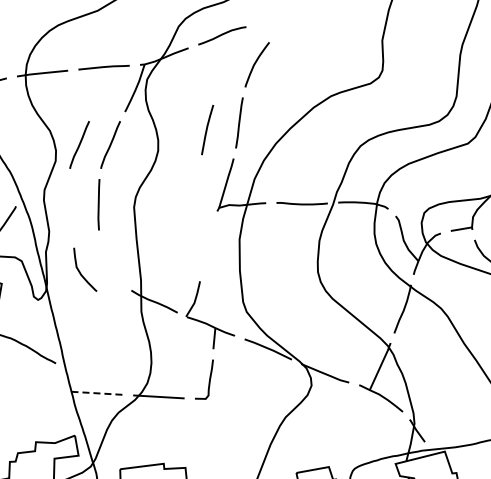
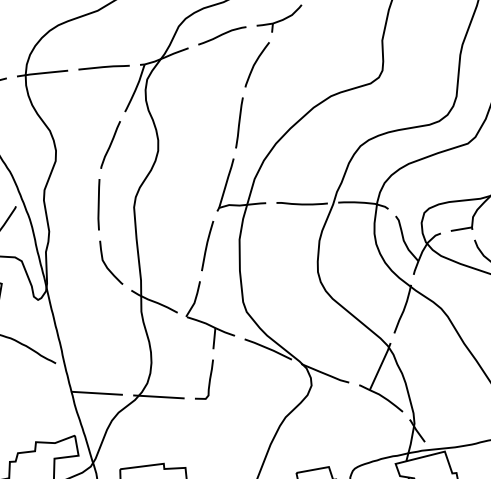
part at (279, 18): none -> present
curve at (207, 129) position: (207, 129) -> (207, 245)
line at (79, 144): present -> none
curve at (80, 271) position: (80, 271) -> (106, 264)
line at (97, 393): dashed -> solid
